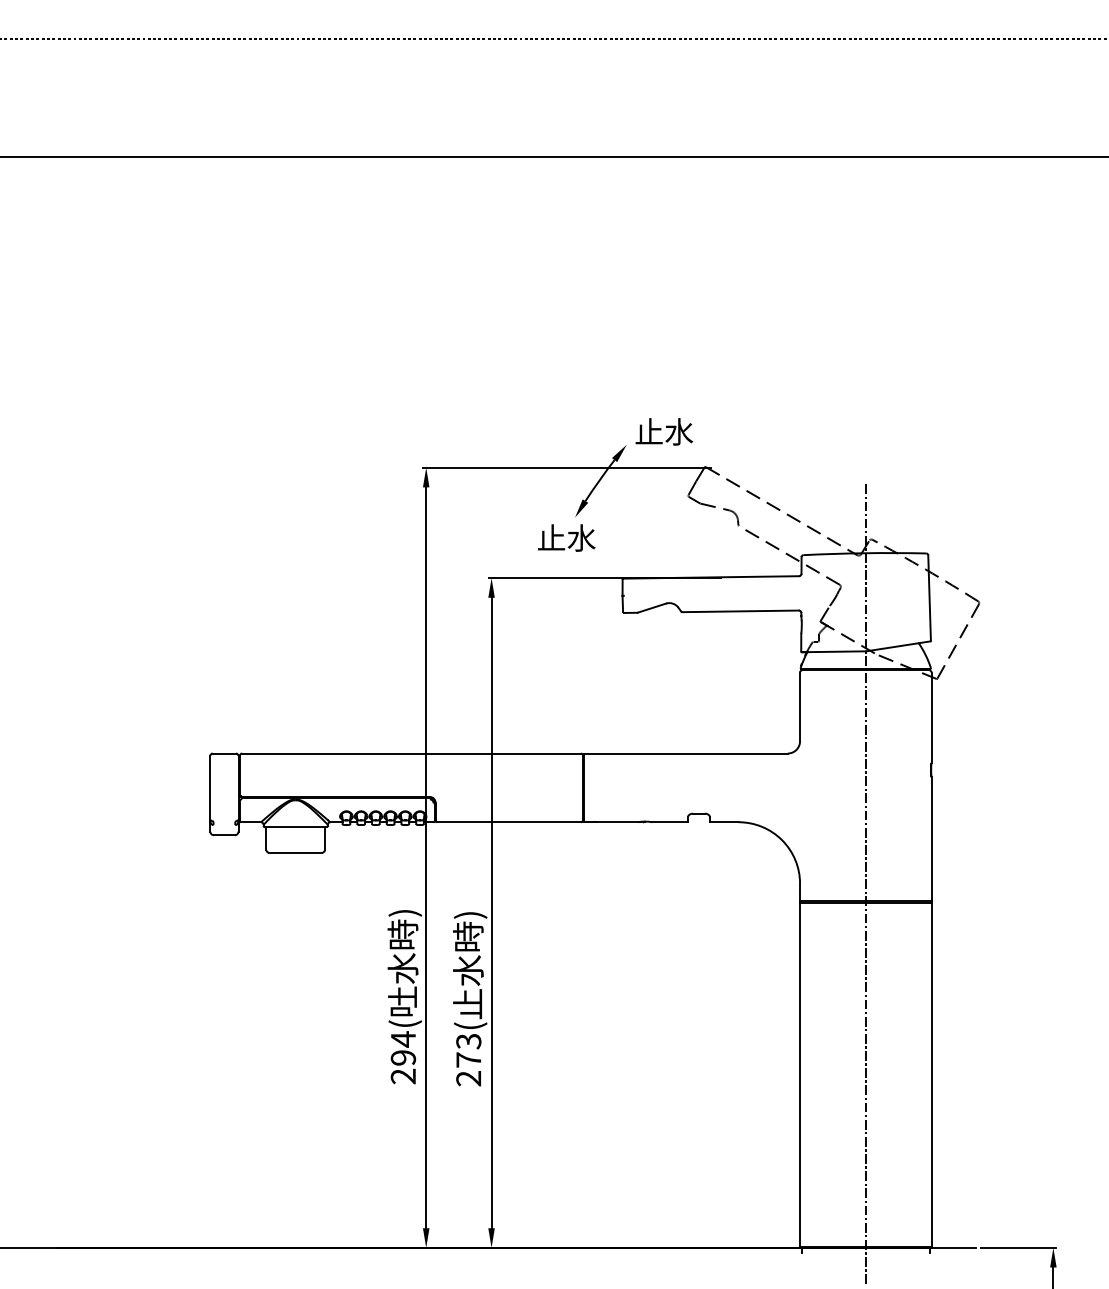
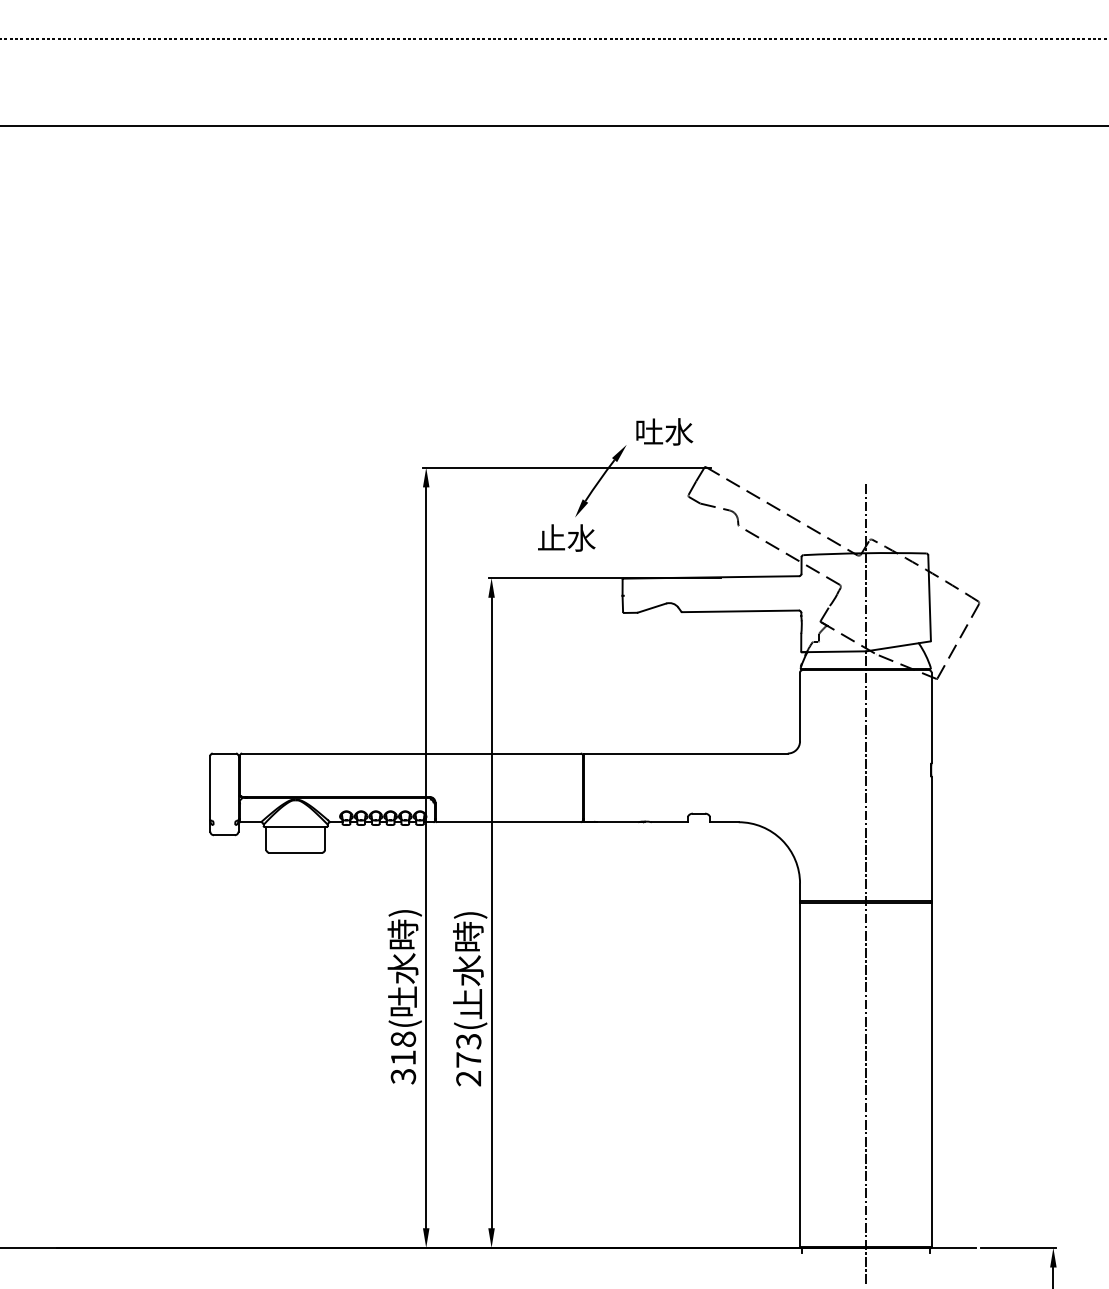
line at (553, 157) position: (553, 157) -> (553, 126)
text at (649, 431): 止水 -> 吐水
text at (403, 1057): 294( -> 318(
